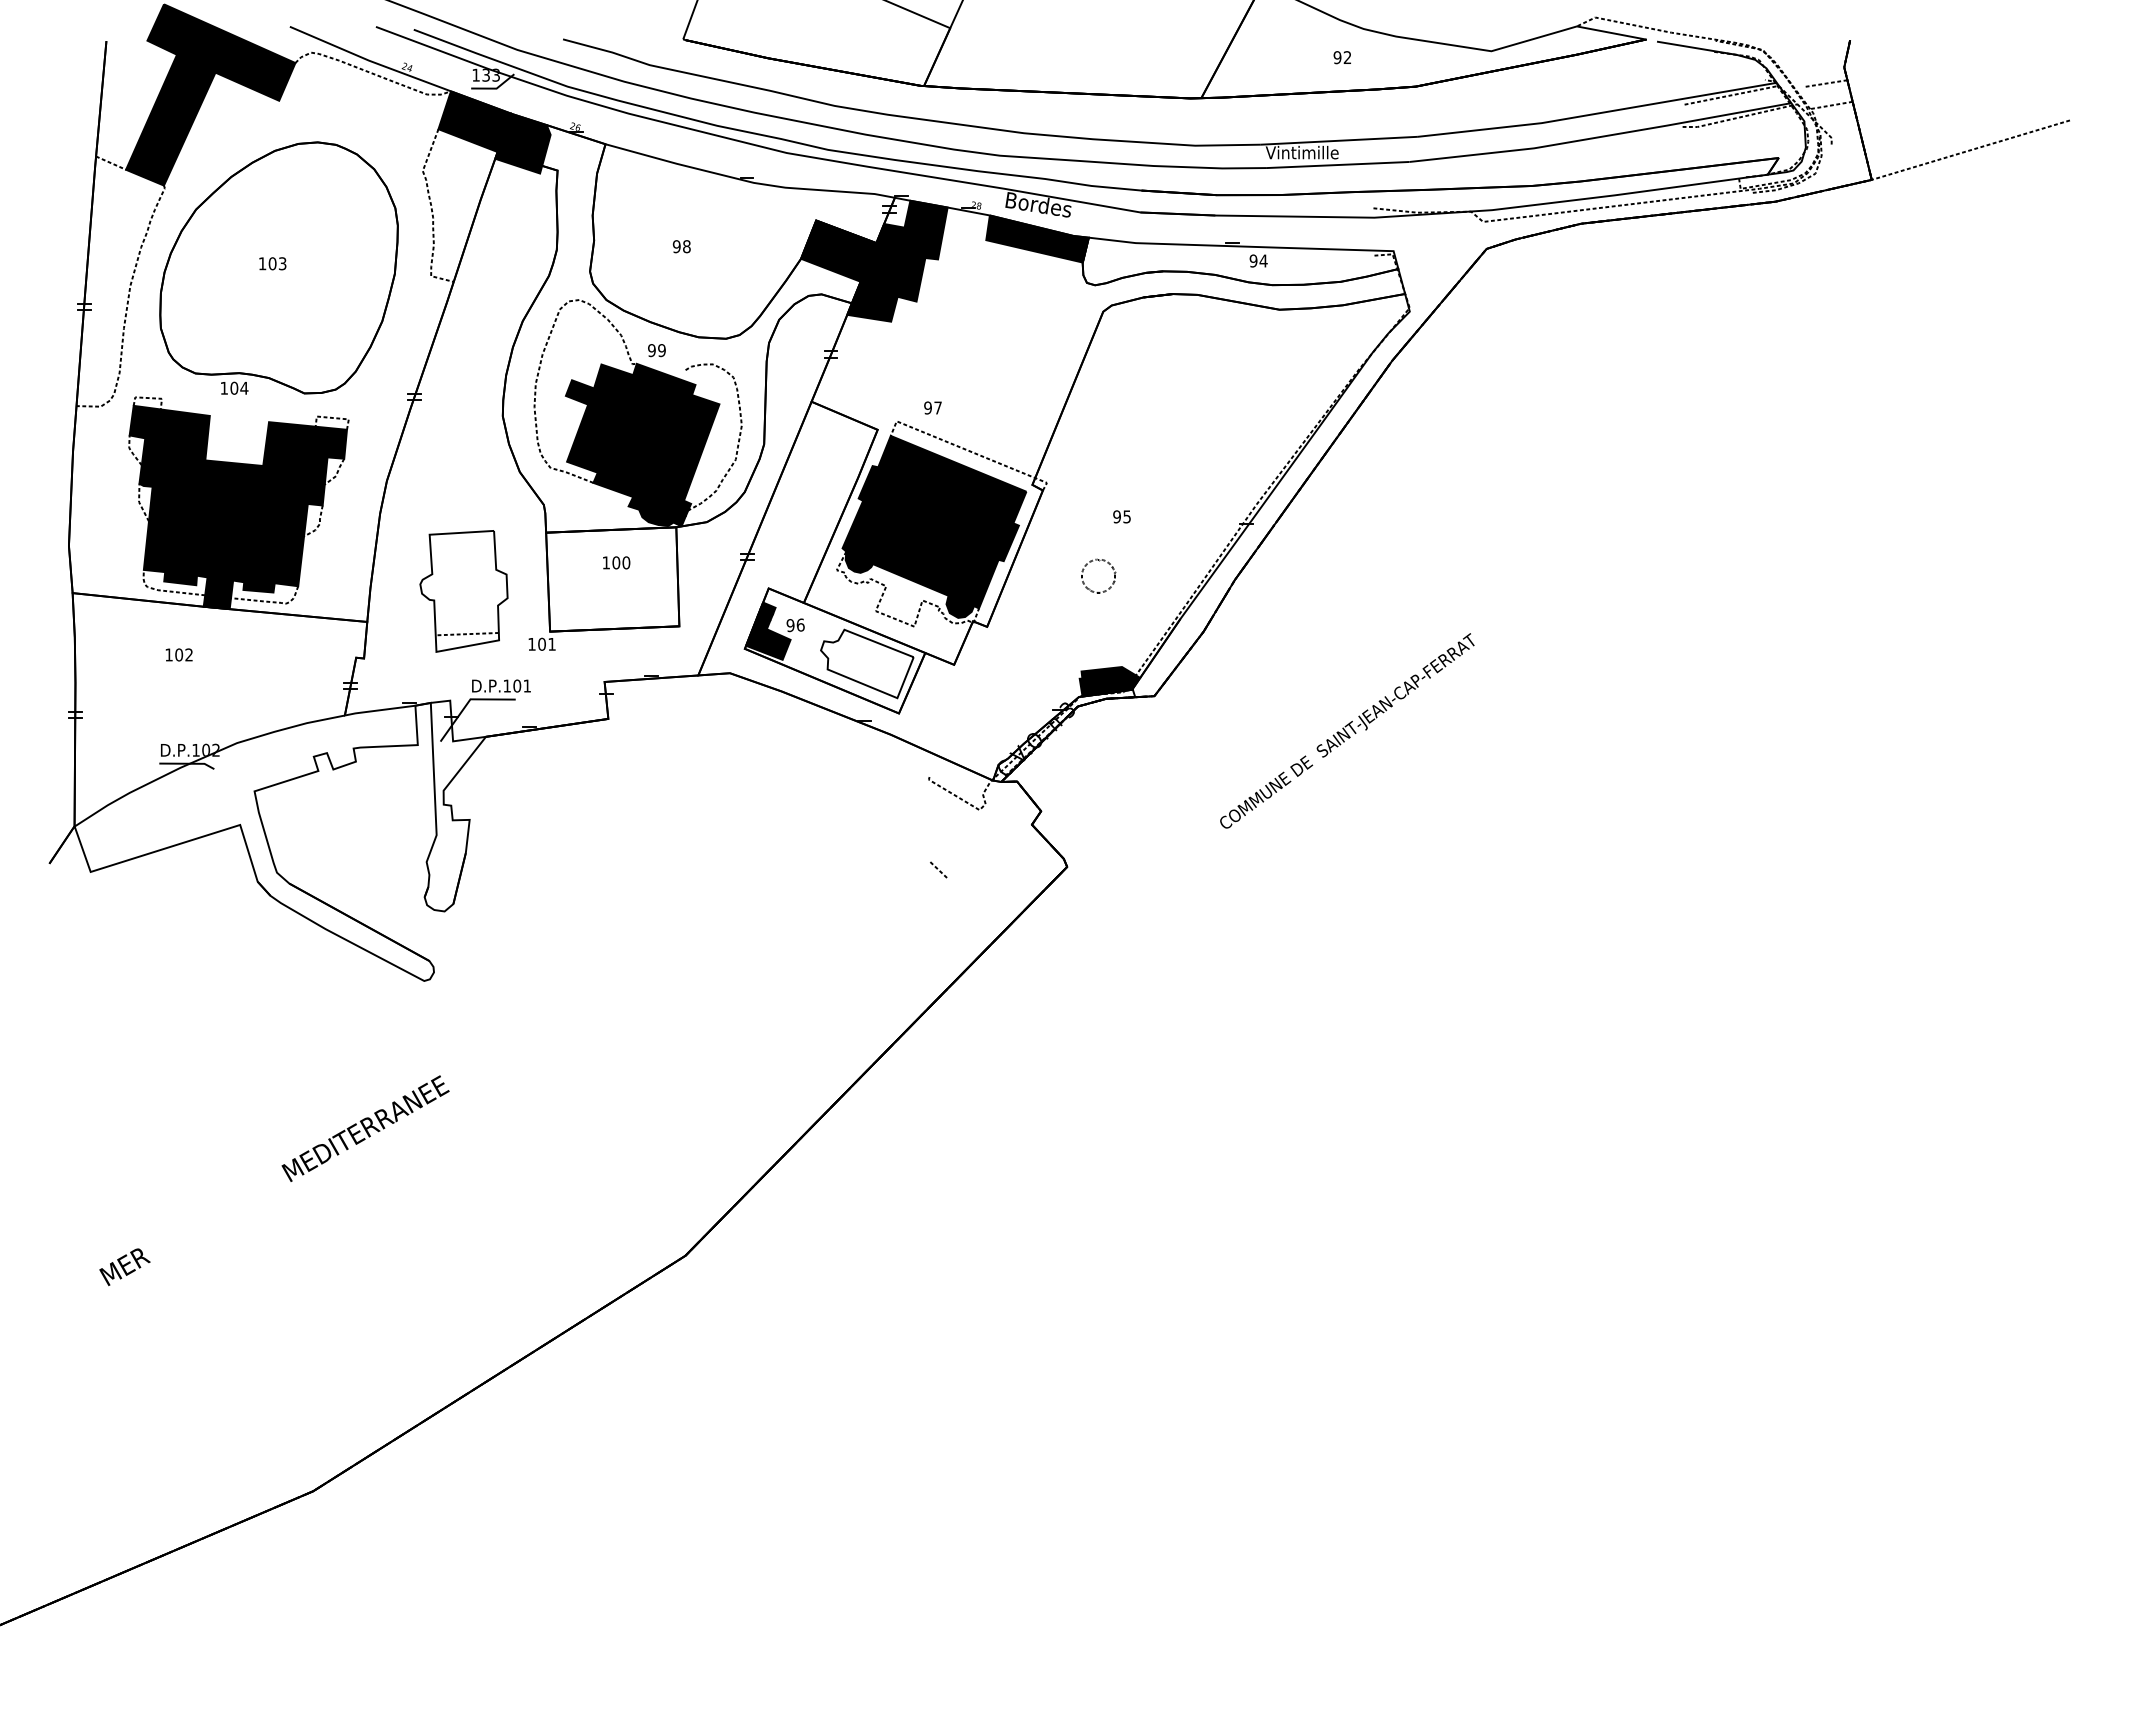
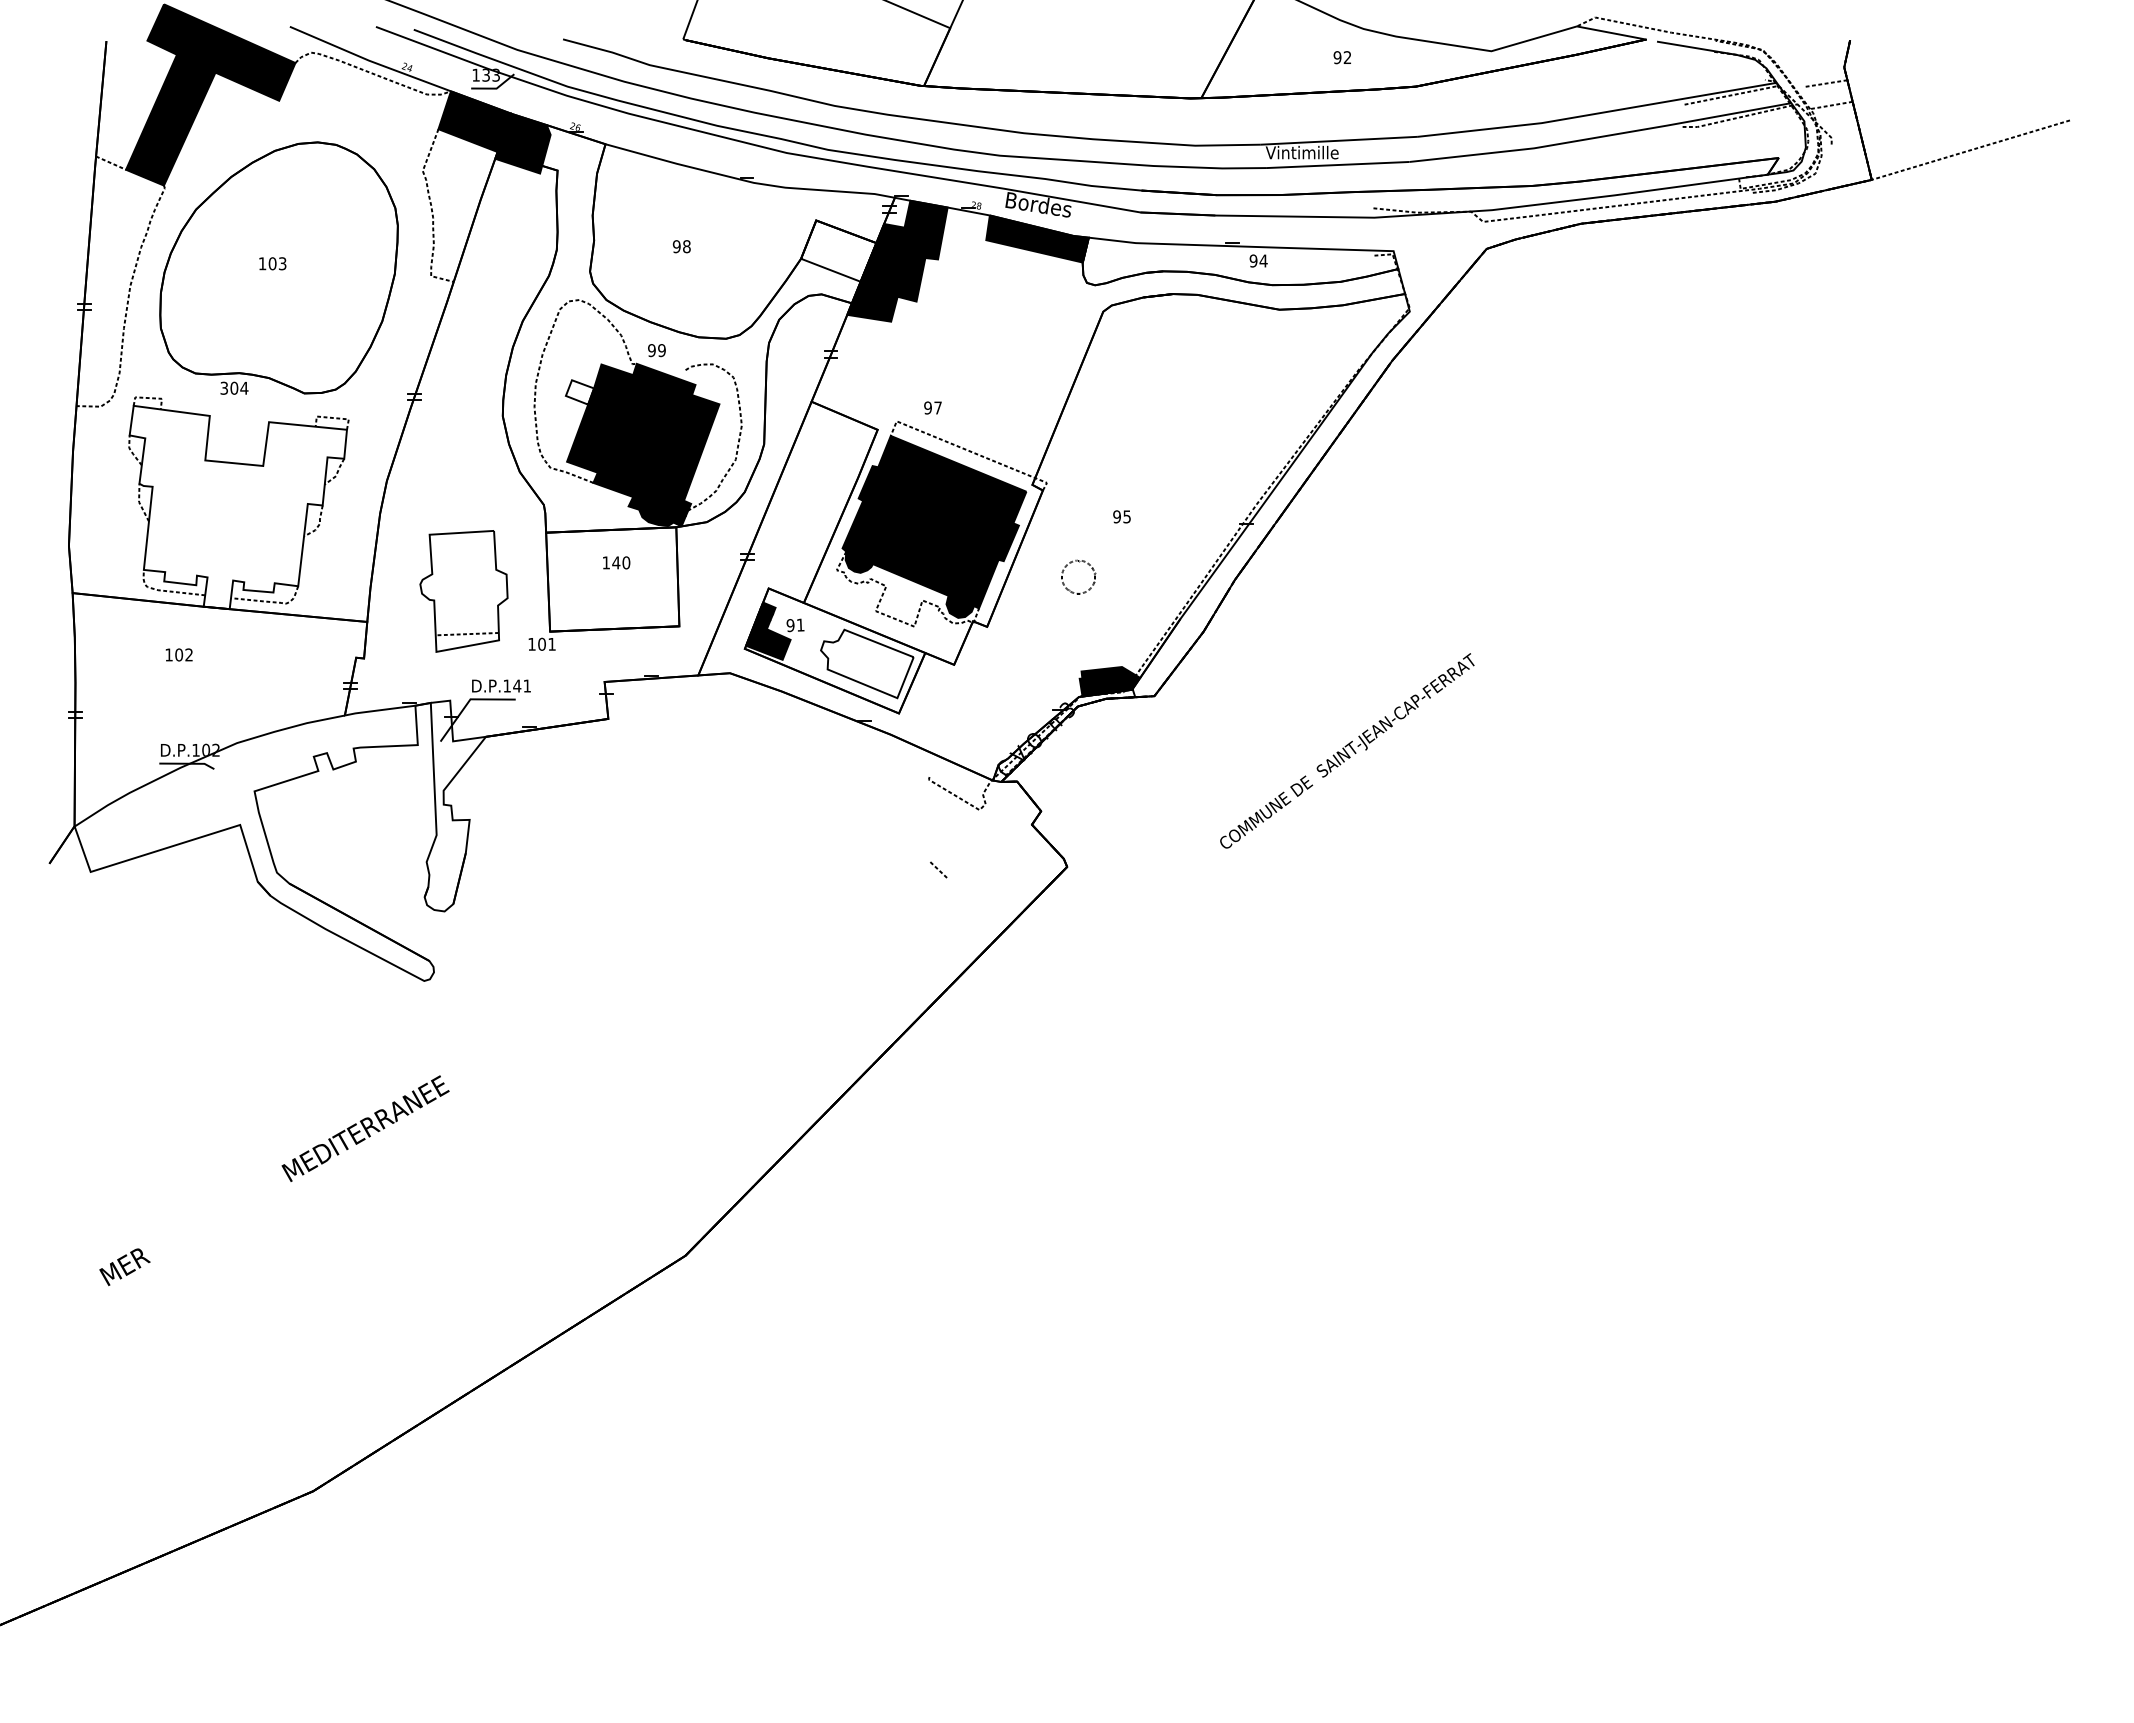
fill at (838, 250): present -> none
text at (223, 387): 104 -> 304
fill at (579, 392): present -> none
fill at (238, 507): present -> none
part at (1099, 561) position: (1099, 561) -> (1079, 562)
text at (616, 562): 100 -> 140
text at (800, 624): 96 -> 91
text at (517, 685): D.P.101 -> D.P.141
text at (1347, 730) position: (1347, 730) -> (1347, 750)
